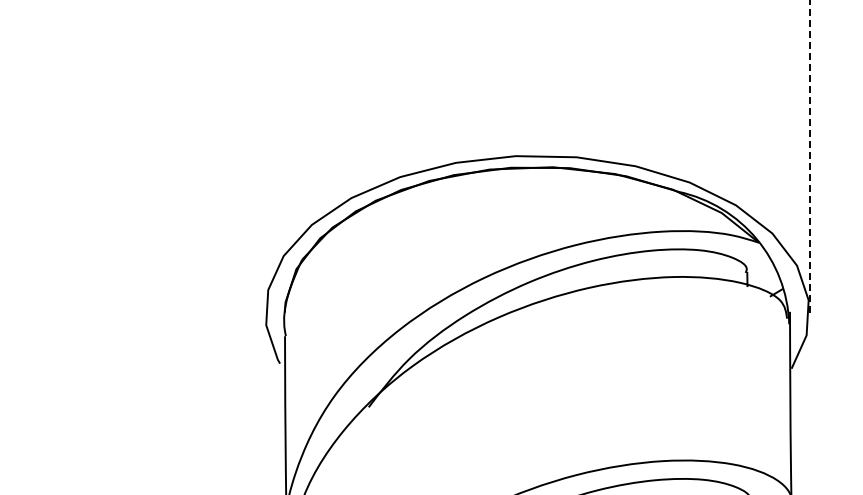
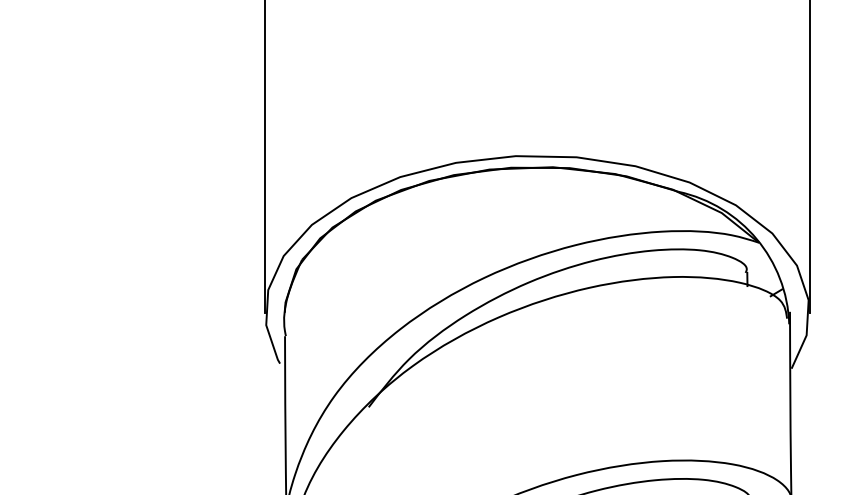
line at (809, 156): dashed -> solid
line at (265, 157): none -> present
